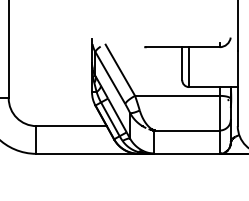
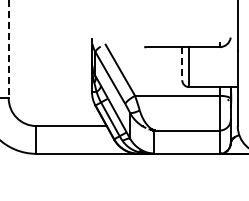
line at (8, 49): solid -> dashed
line at (182, 64): solid -> dashed
